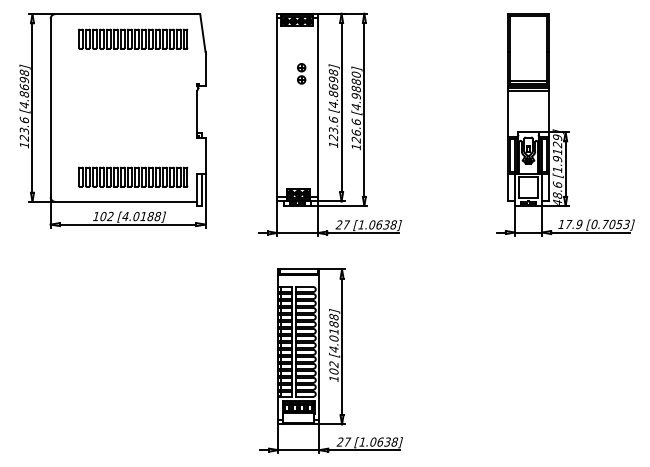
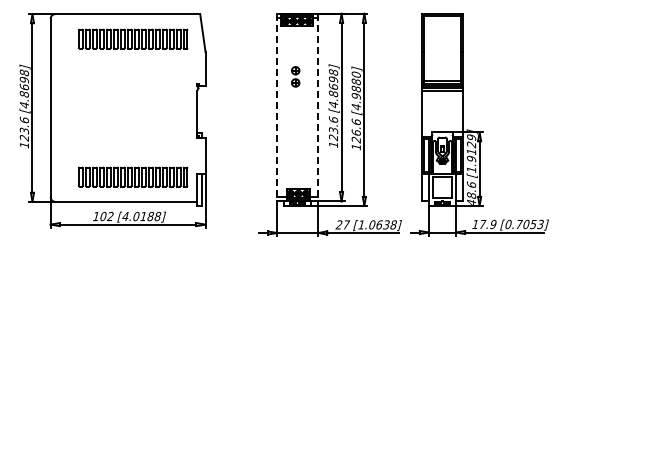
part at (301, 73) position: (301, 73) -> (295, 76)
line at (277, 107): solid -> dashed
line at (318, 107): solid -> dashed
part at (565, 131) position: (565, 131) -> (479, 131)
part at (330, 360): present -> none
